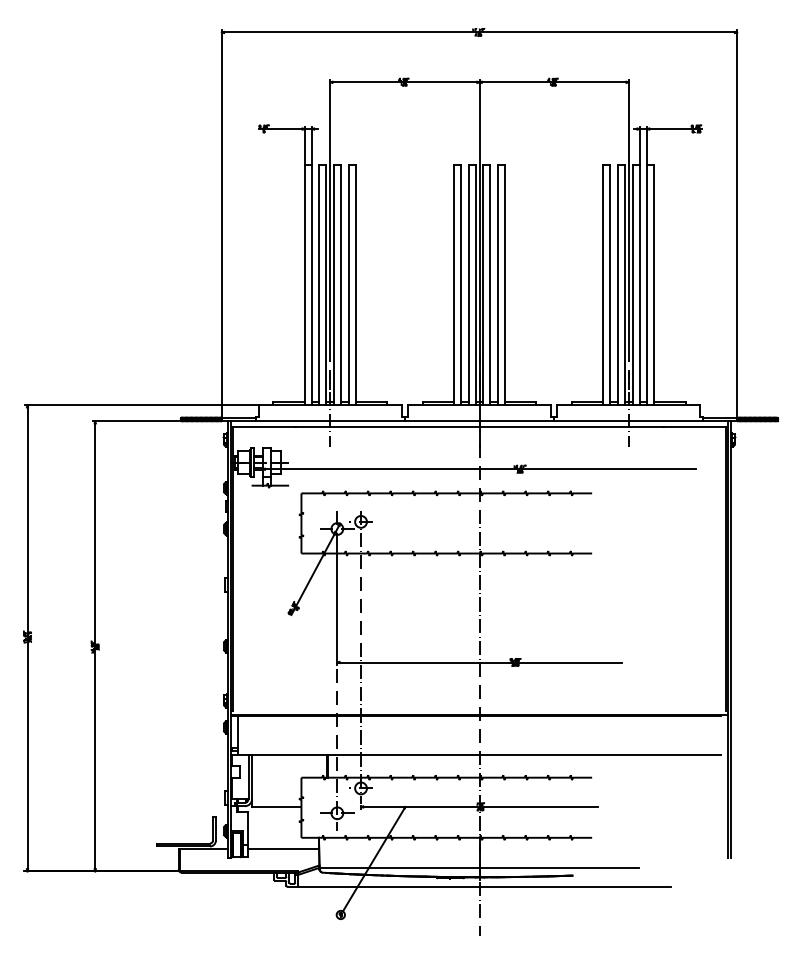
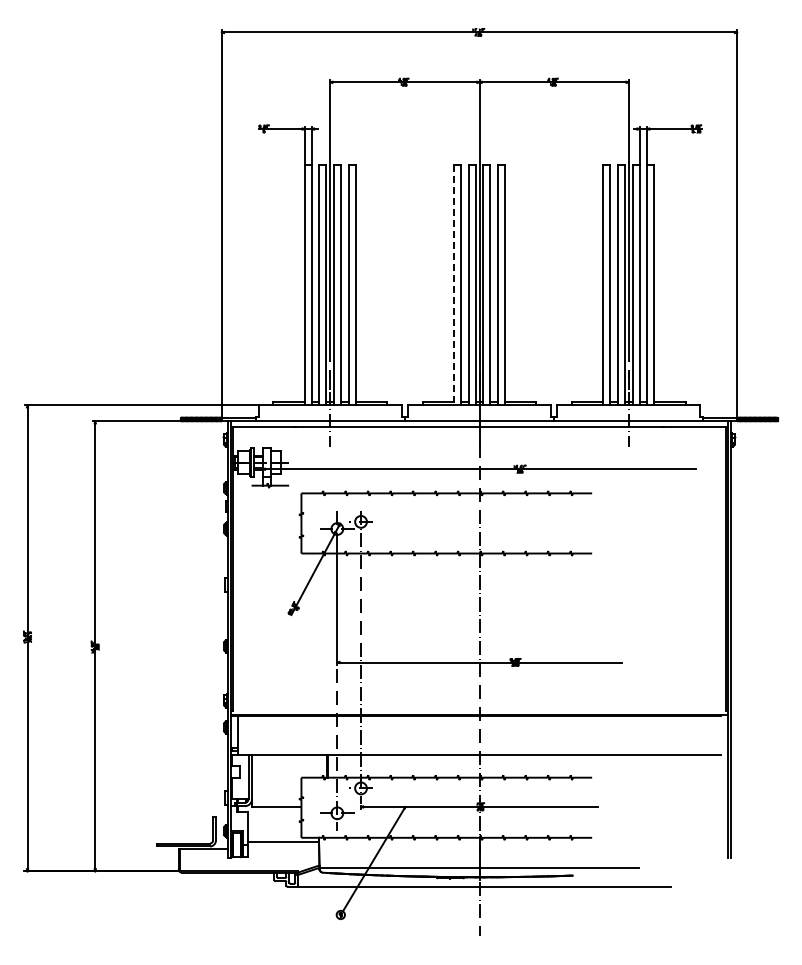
line at (454, 285): solid -> dashed
line at (283, 848) position: (283, 848) -> (283, 841)
